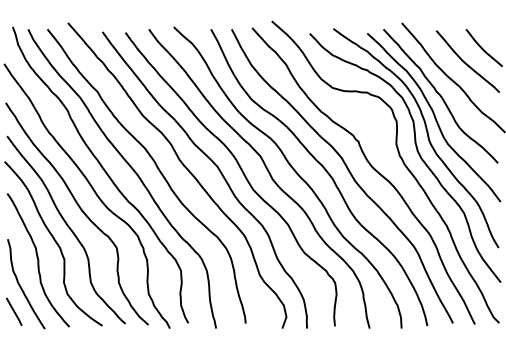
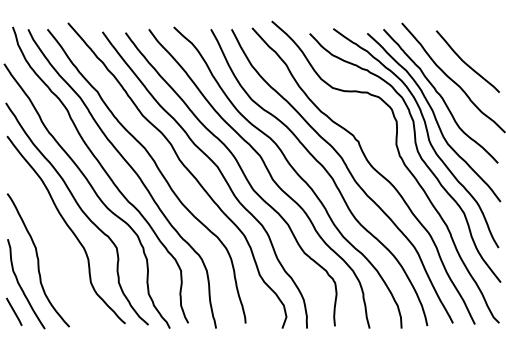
curve at (482, 47): present -> none
curve at (54, 241): present -> none
